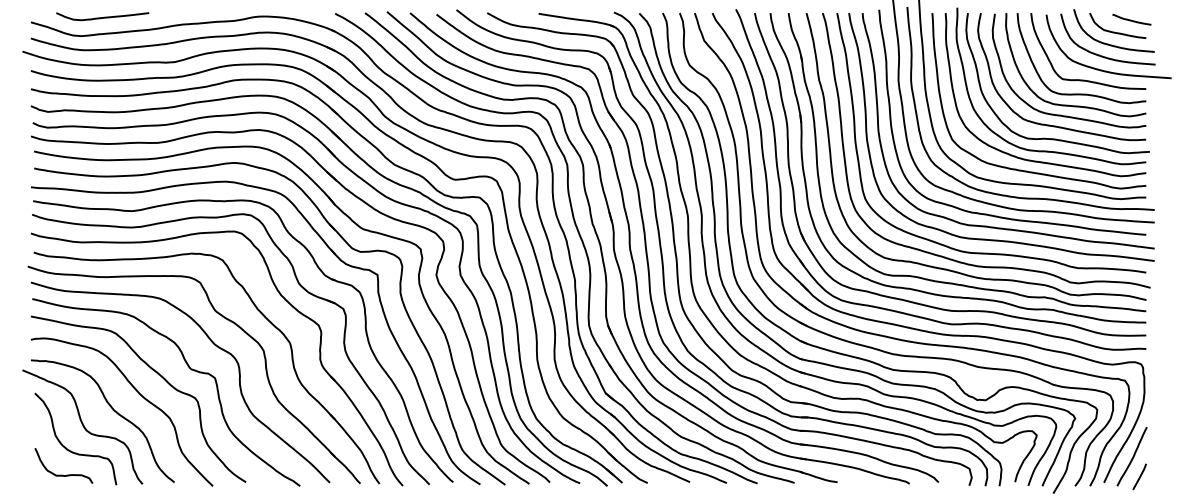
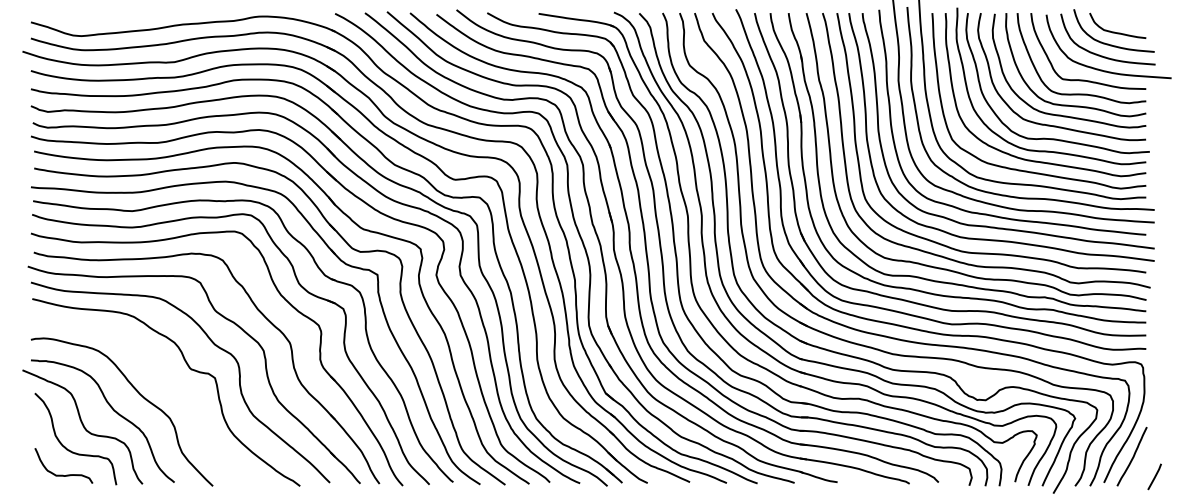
curve at (102, 17): present -> none
curve at (1131, 19): present -> none
curve at (157, 374): present -> none
line at (1139, 476) position: (1139, 476) -> (1154, 476)
